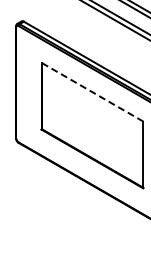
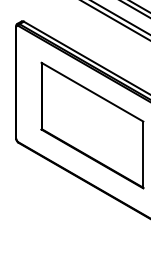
line at (92, 92): dashed -> solid
